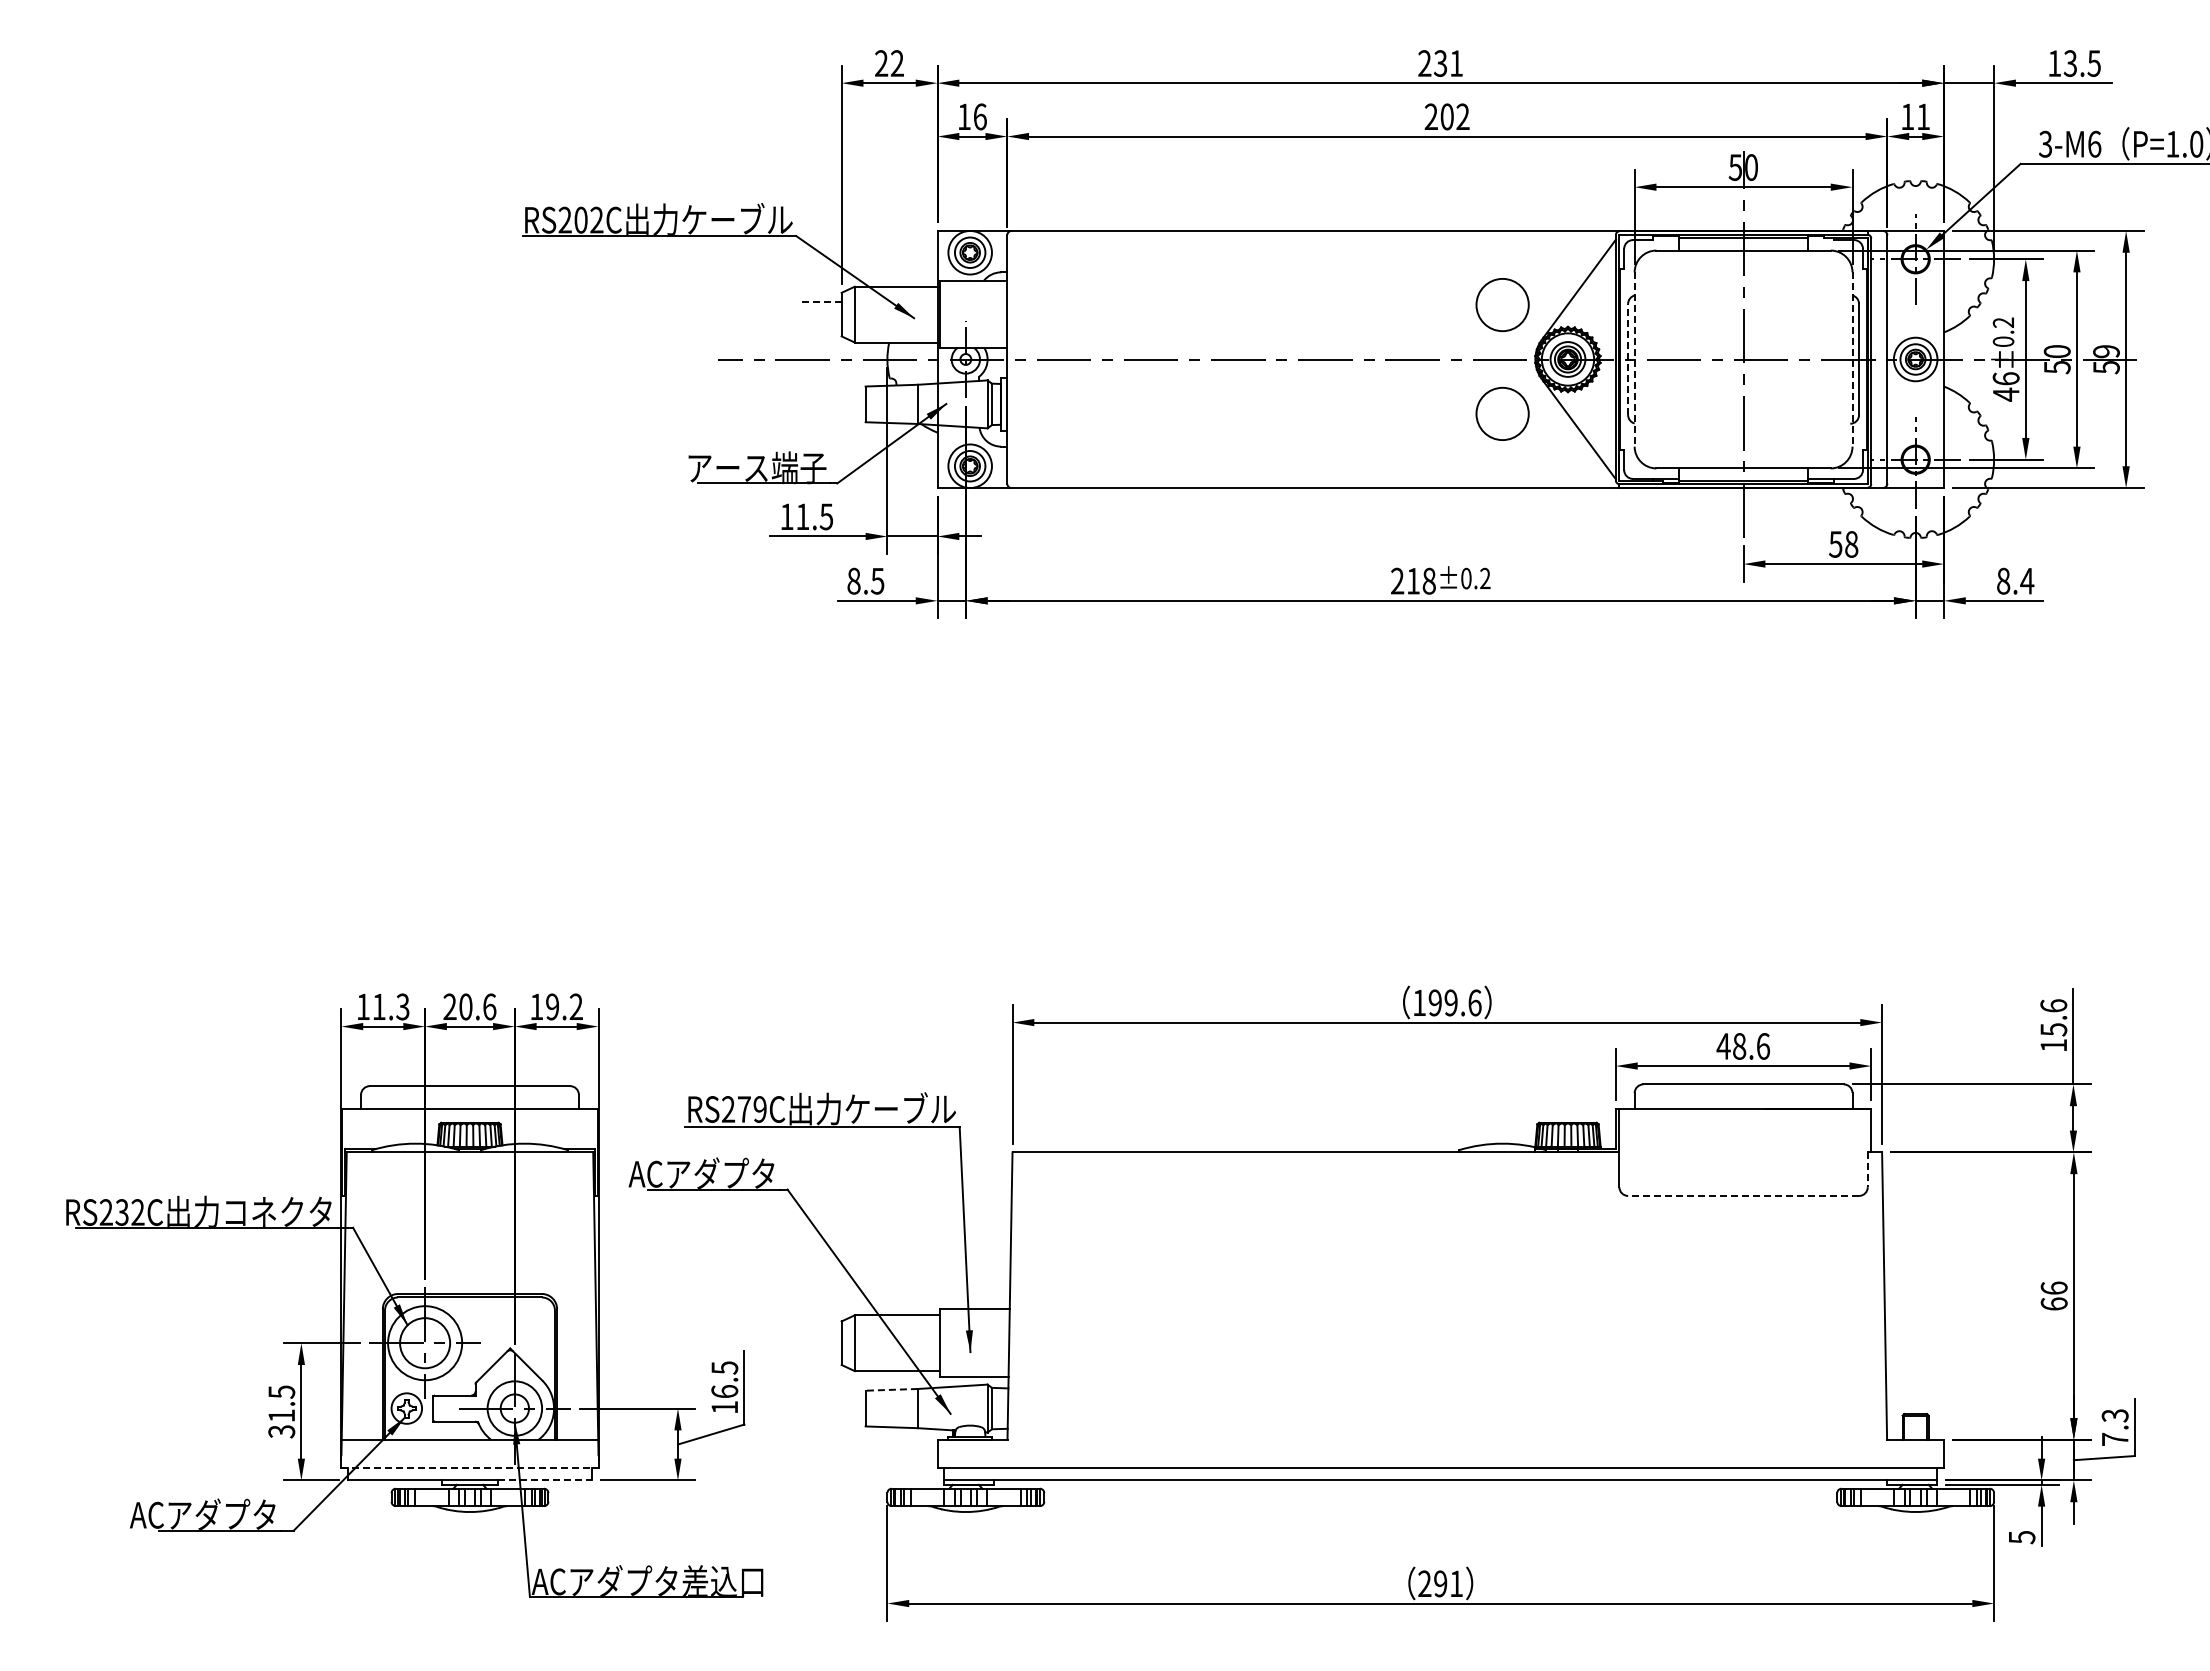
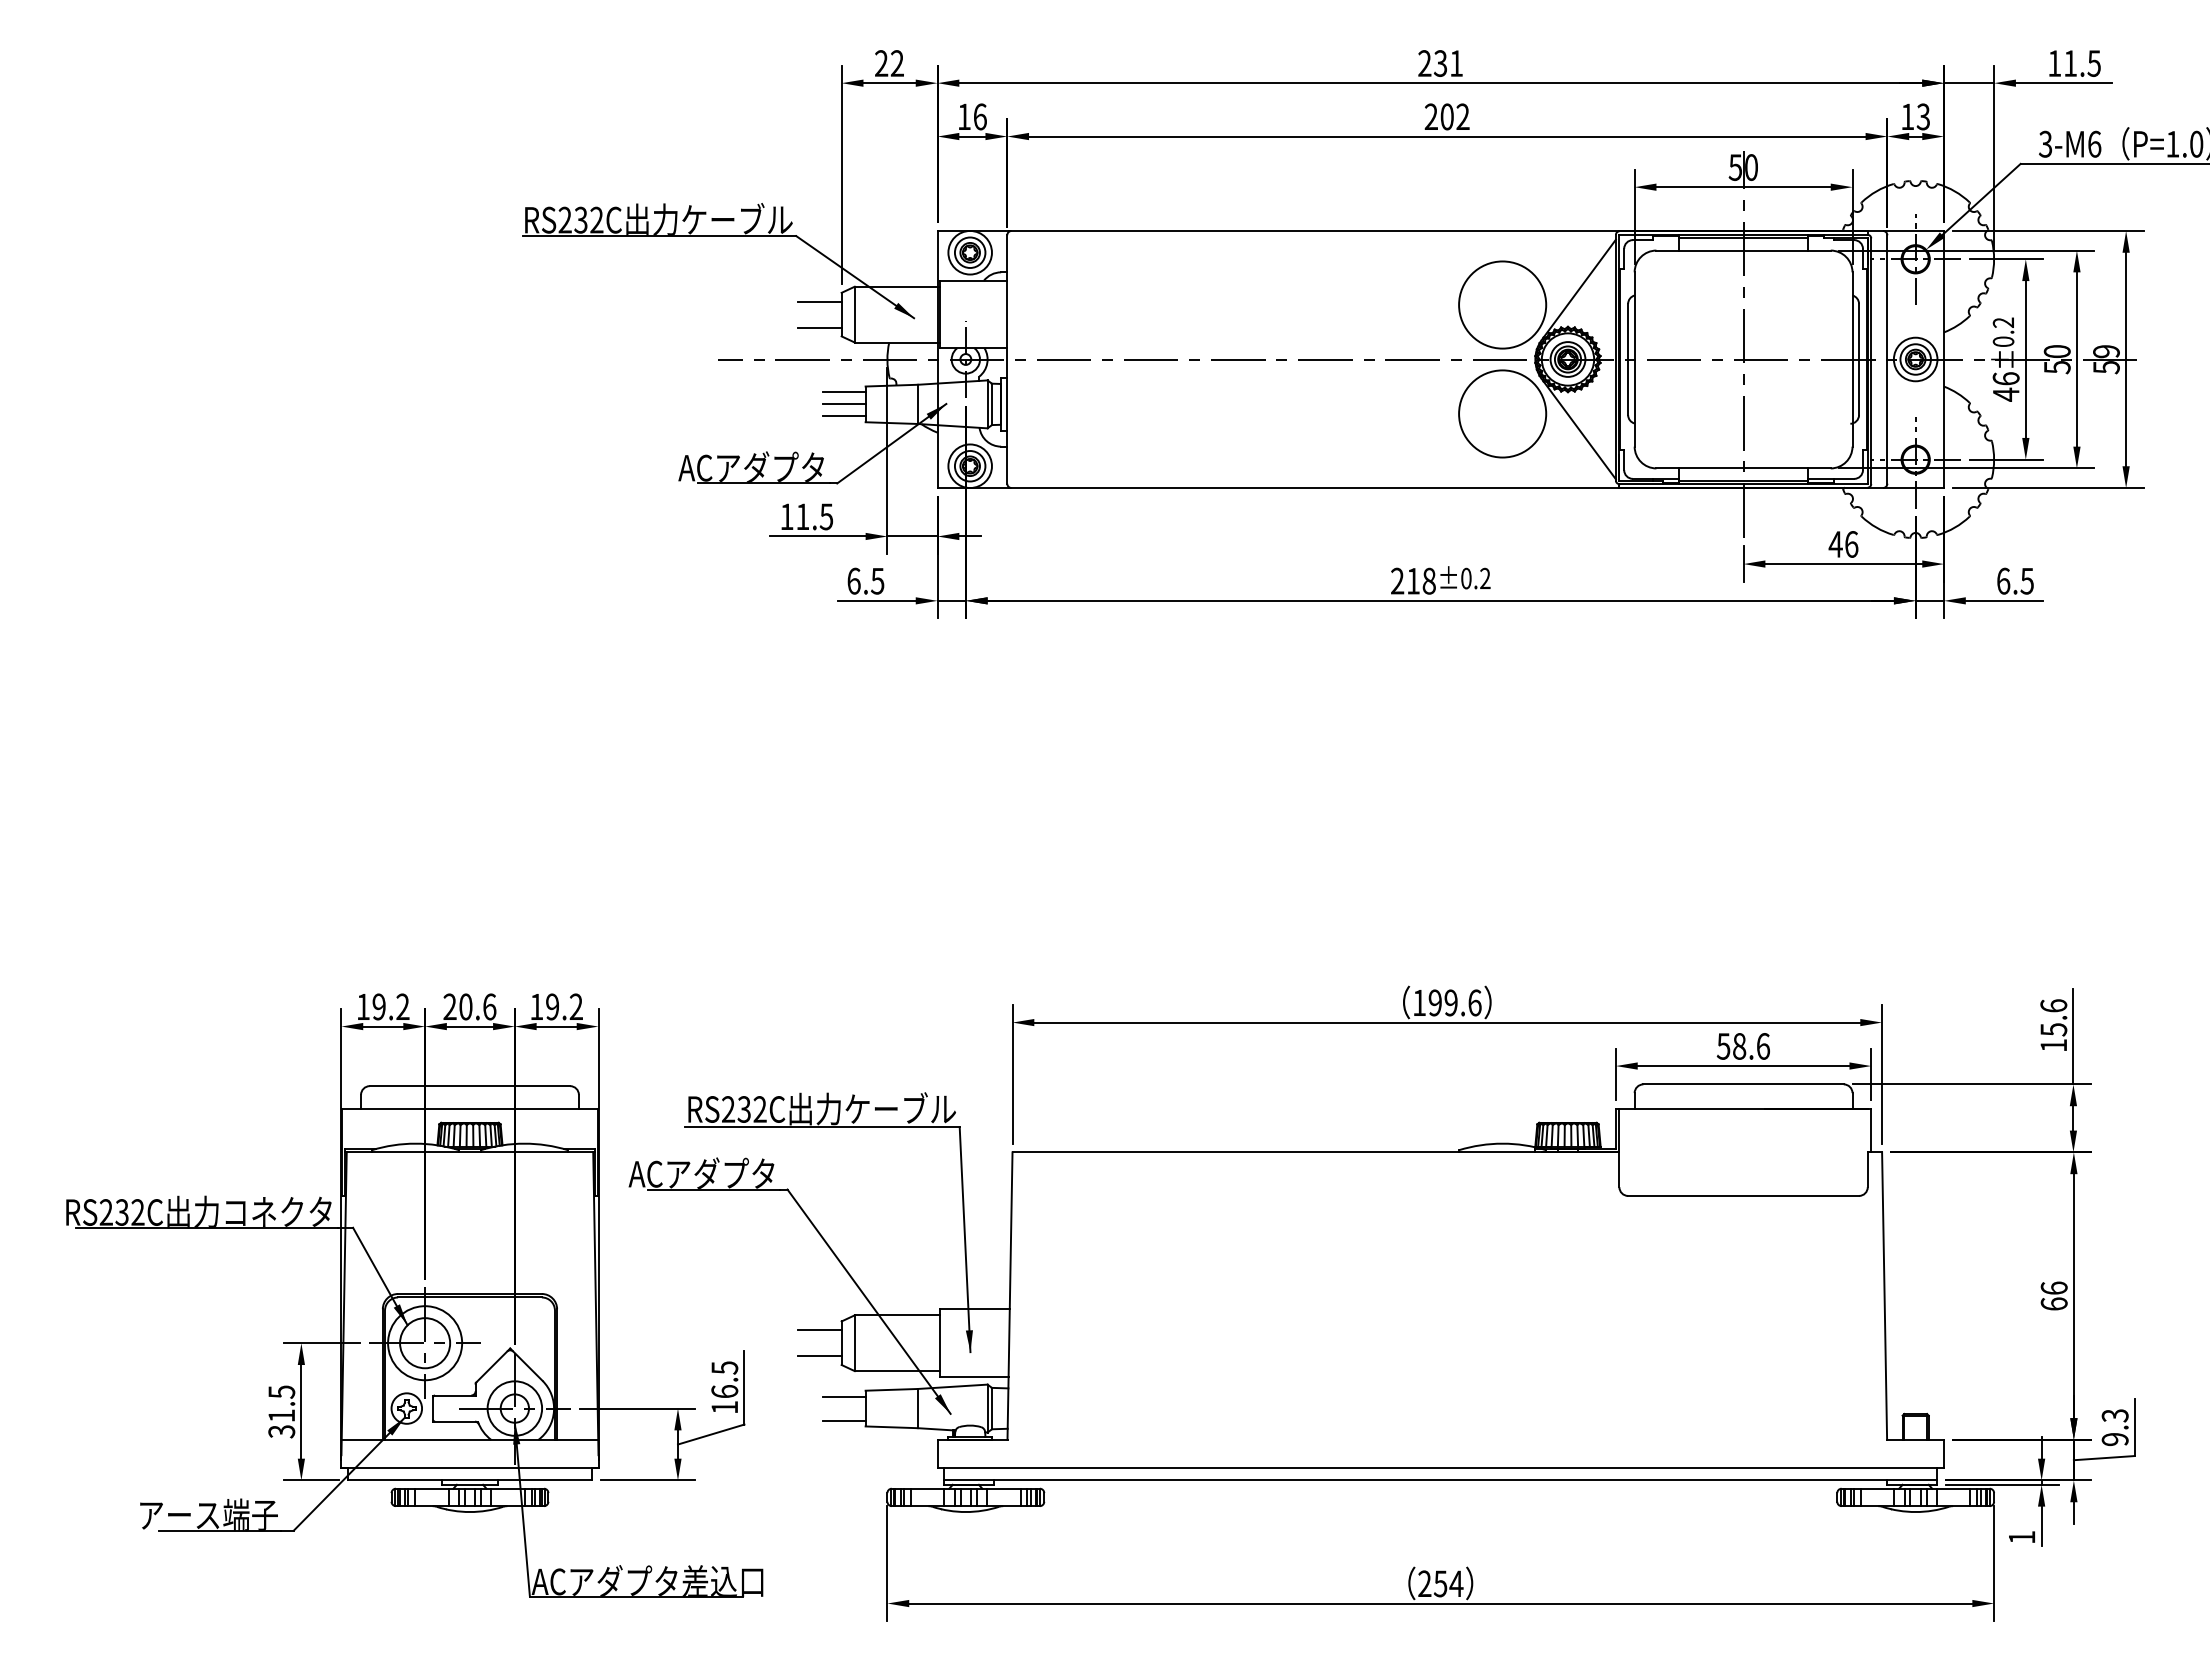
text at (2069, 63): 13.5 -> 11.5
text at (1922, 116): 11 -> 13
text at (580, 219): RS202C -> RS232C
line at (819, 301): dashed -> solid
circle at (1502, 304) diameter: 52 px -> 87 px
line at (819, 327): none -> present
line at (1628, 359): dashed -> solid
line at (1634, 360): dashed -> solid
line at (1852, 360): dashed -> solid
line at (844, 392): none -> present
line at (844, 404): none -> present
circle at (1502, 413) diameter: 52 px -> 87 px
line at (844, 416): none -> present
text at (752, 467): アース端子 -> ACアダプタ
text at (1843, 544): 58 -> 46
text at (853, 580): 8.5 -> 6.5
text at (2015, 580): 8.4 -> 6.5
text at (390, 1006): 11.3 -> 19.2
text at (1723, 1046): 48.6 -> 58.6
text at (751, 1109): RS279C -> RS232C
line at (1867, 1170): dashed -> solid
line at (1743, 1195): dashed -> solid
line at (819, 1330): none -> present
line at (819, 1356): none -> present
line at (891, 1389): dashed -> solid
line at (844, 1396): none -> present
line at (844, 1420): none -> present
text at (2114, 1439): 7.3 -> 9.3
line at (469, 1468): dashed -> solid
line at (545, 1480): dashed -> solid
text at (203, 1513): ACアダプタ -> アース端子
text at (2022, 1537): 5 -> 1
text at (1448, 1583): 291 -> 254
